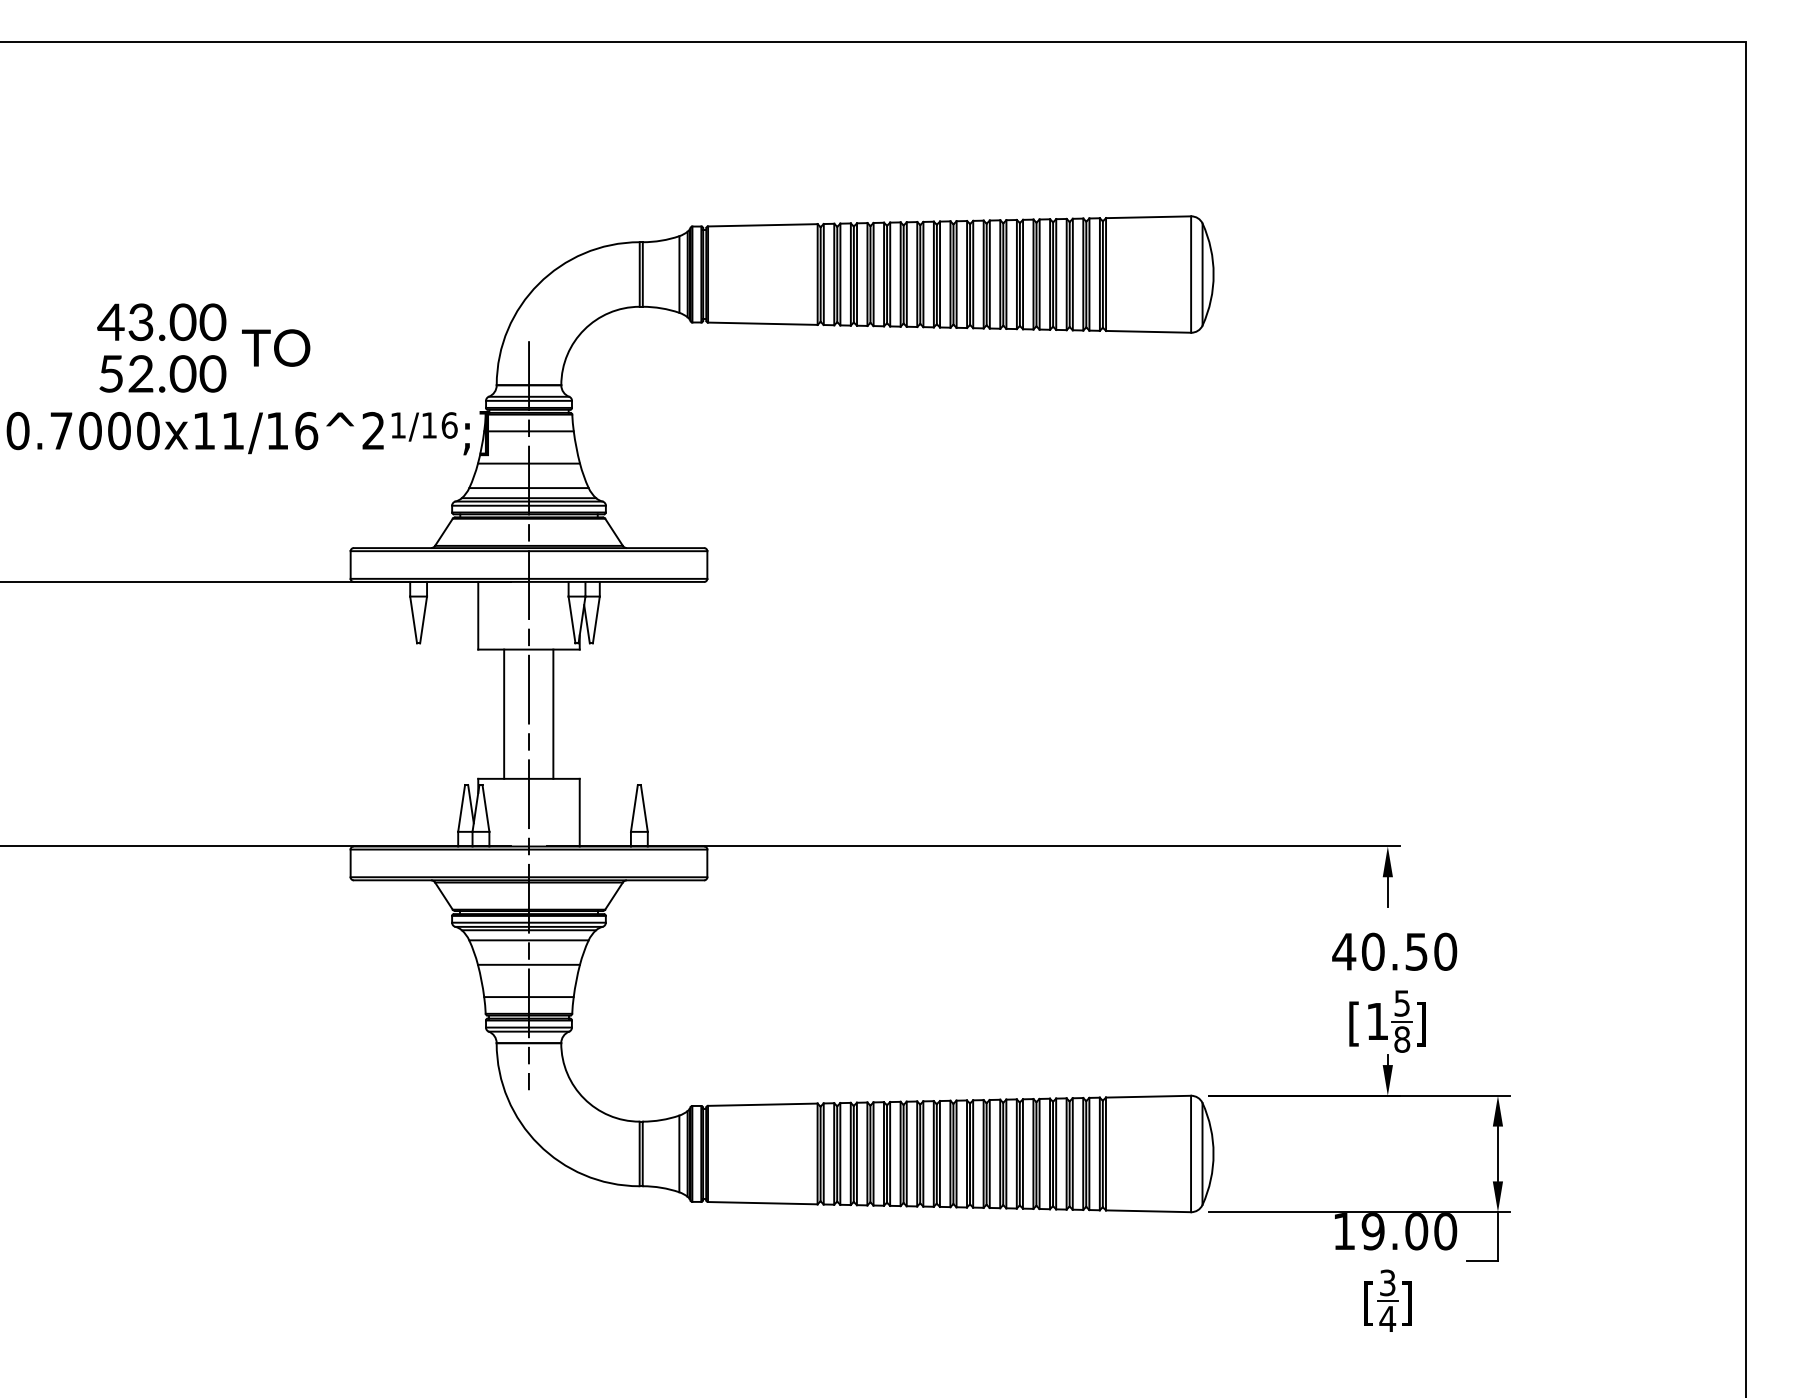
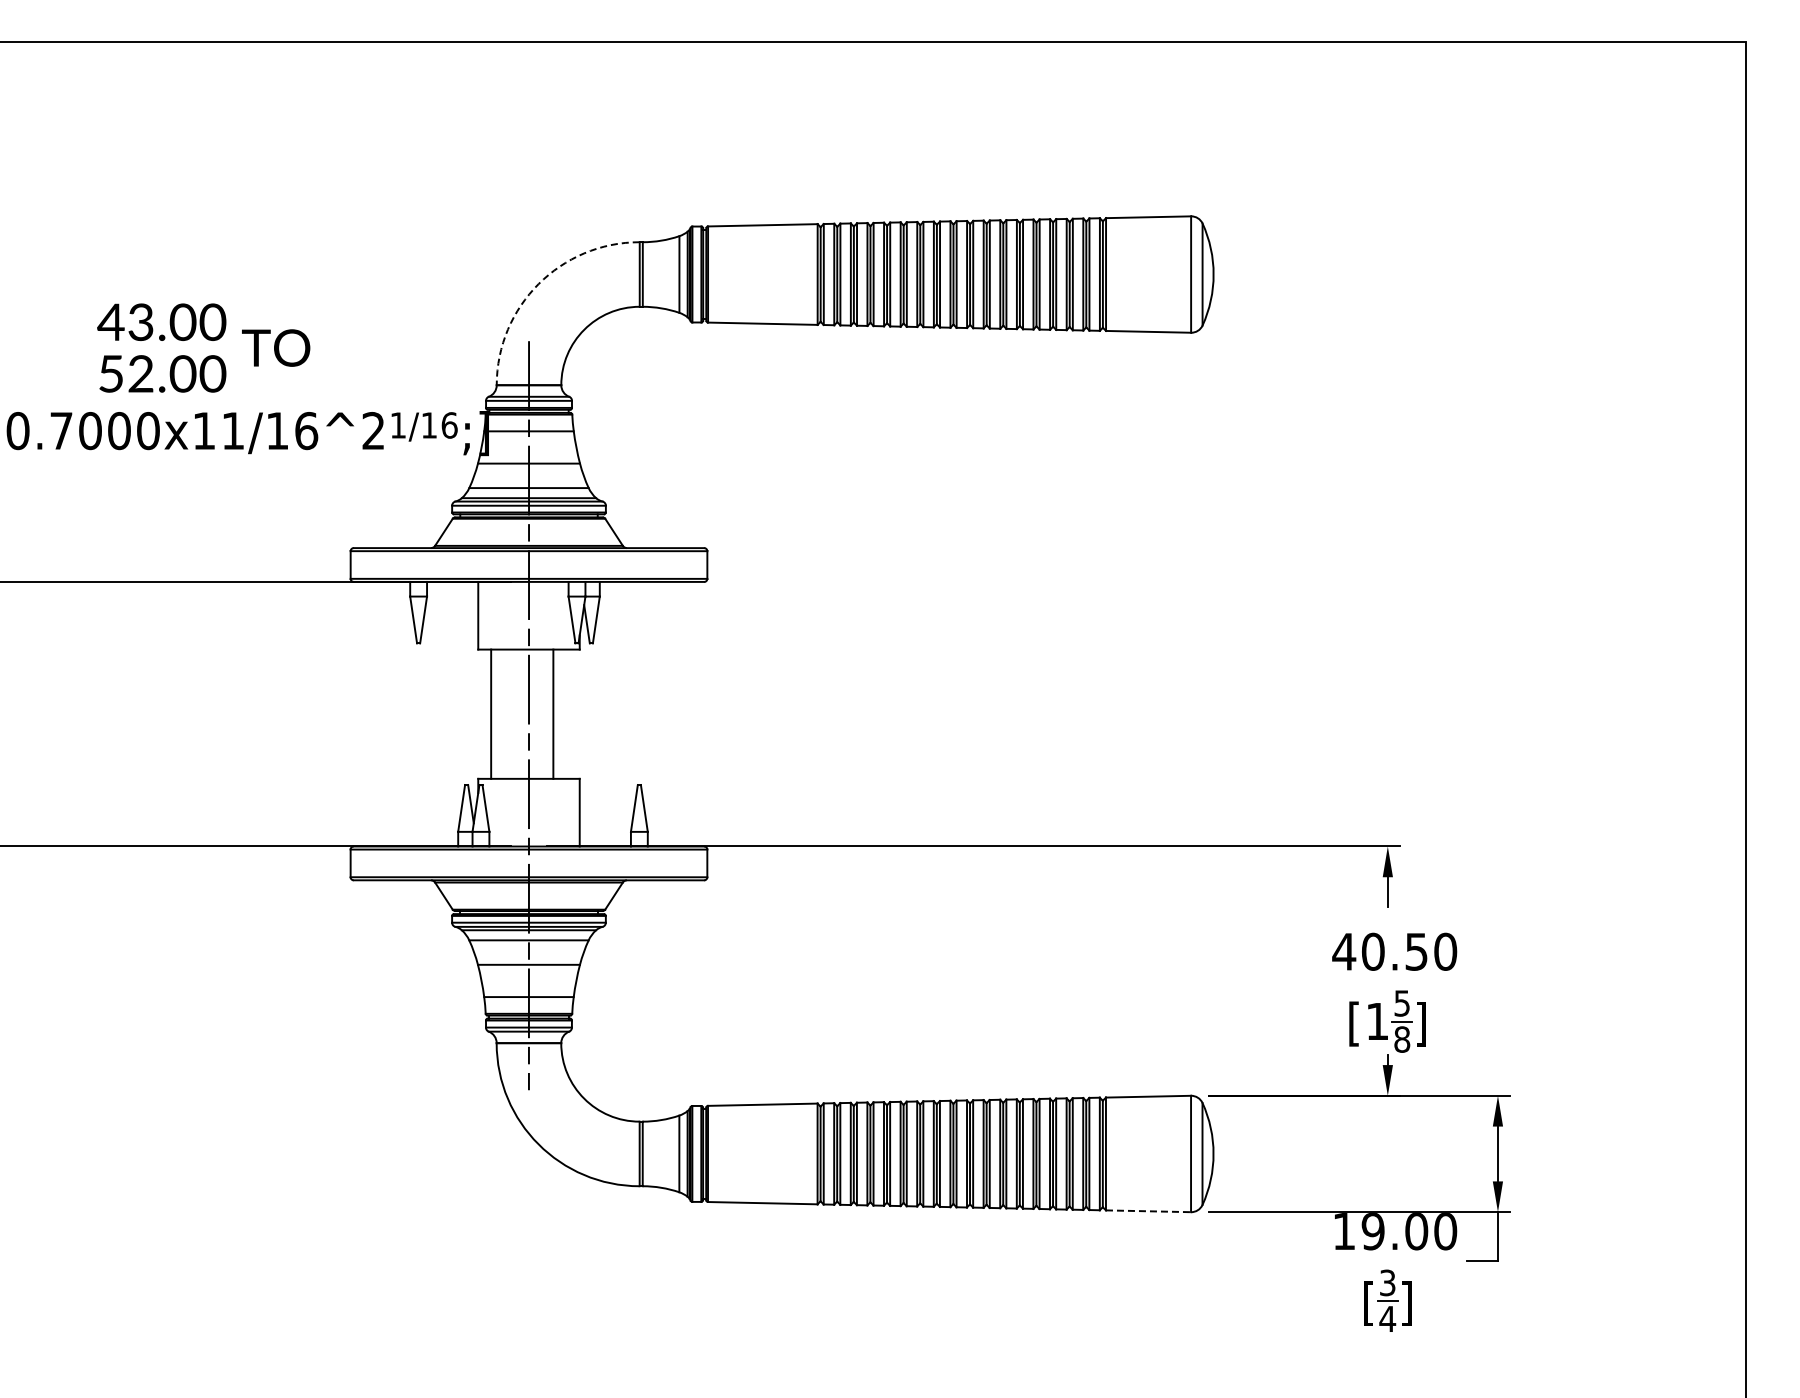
arc at (538, 284): solid -> dashed
line at (504, 713) position: (504, 713) -> (491, 713)
line at (1148, 1211): solid -> dashed
